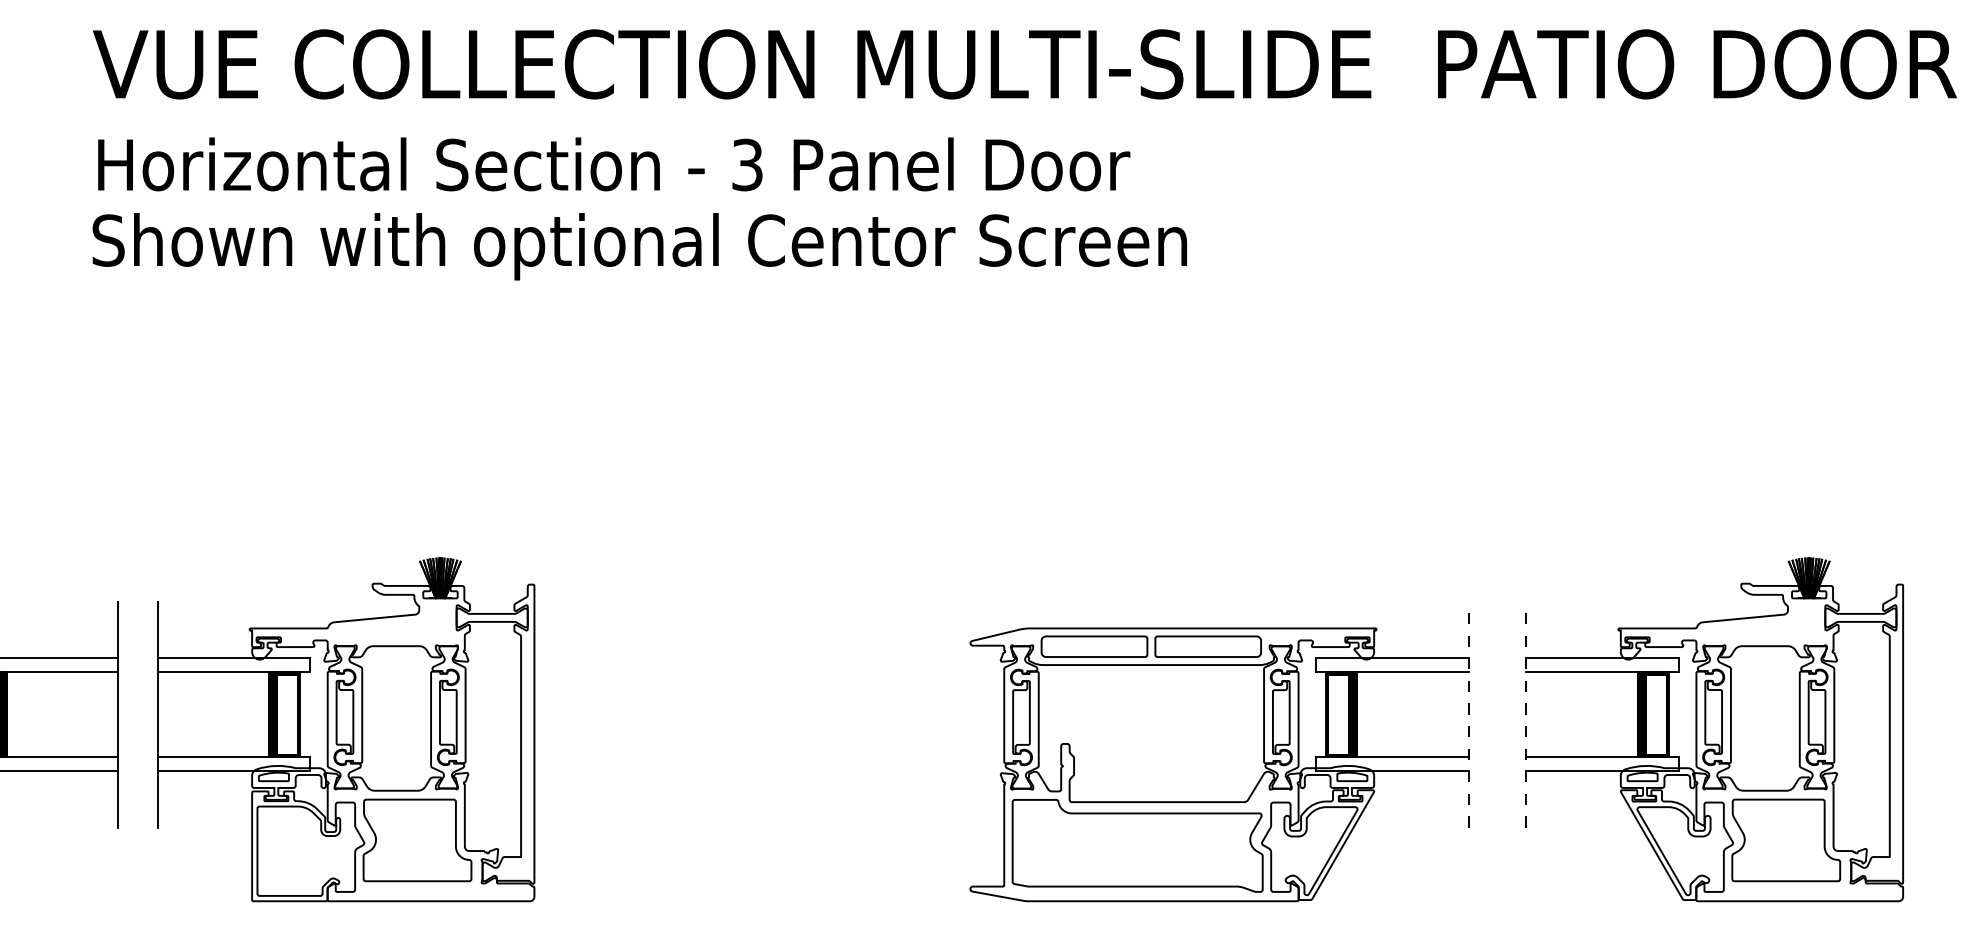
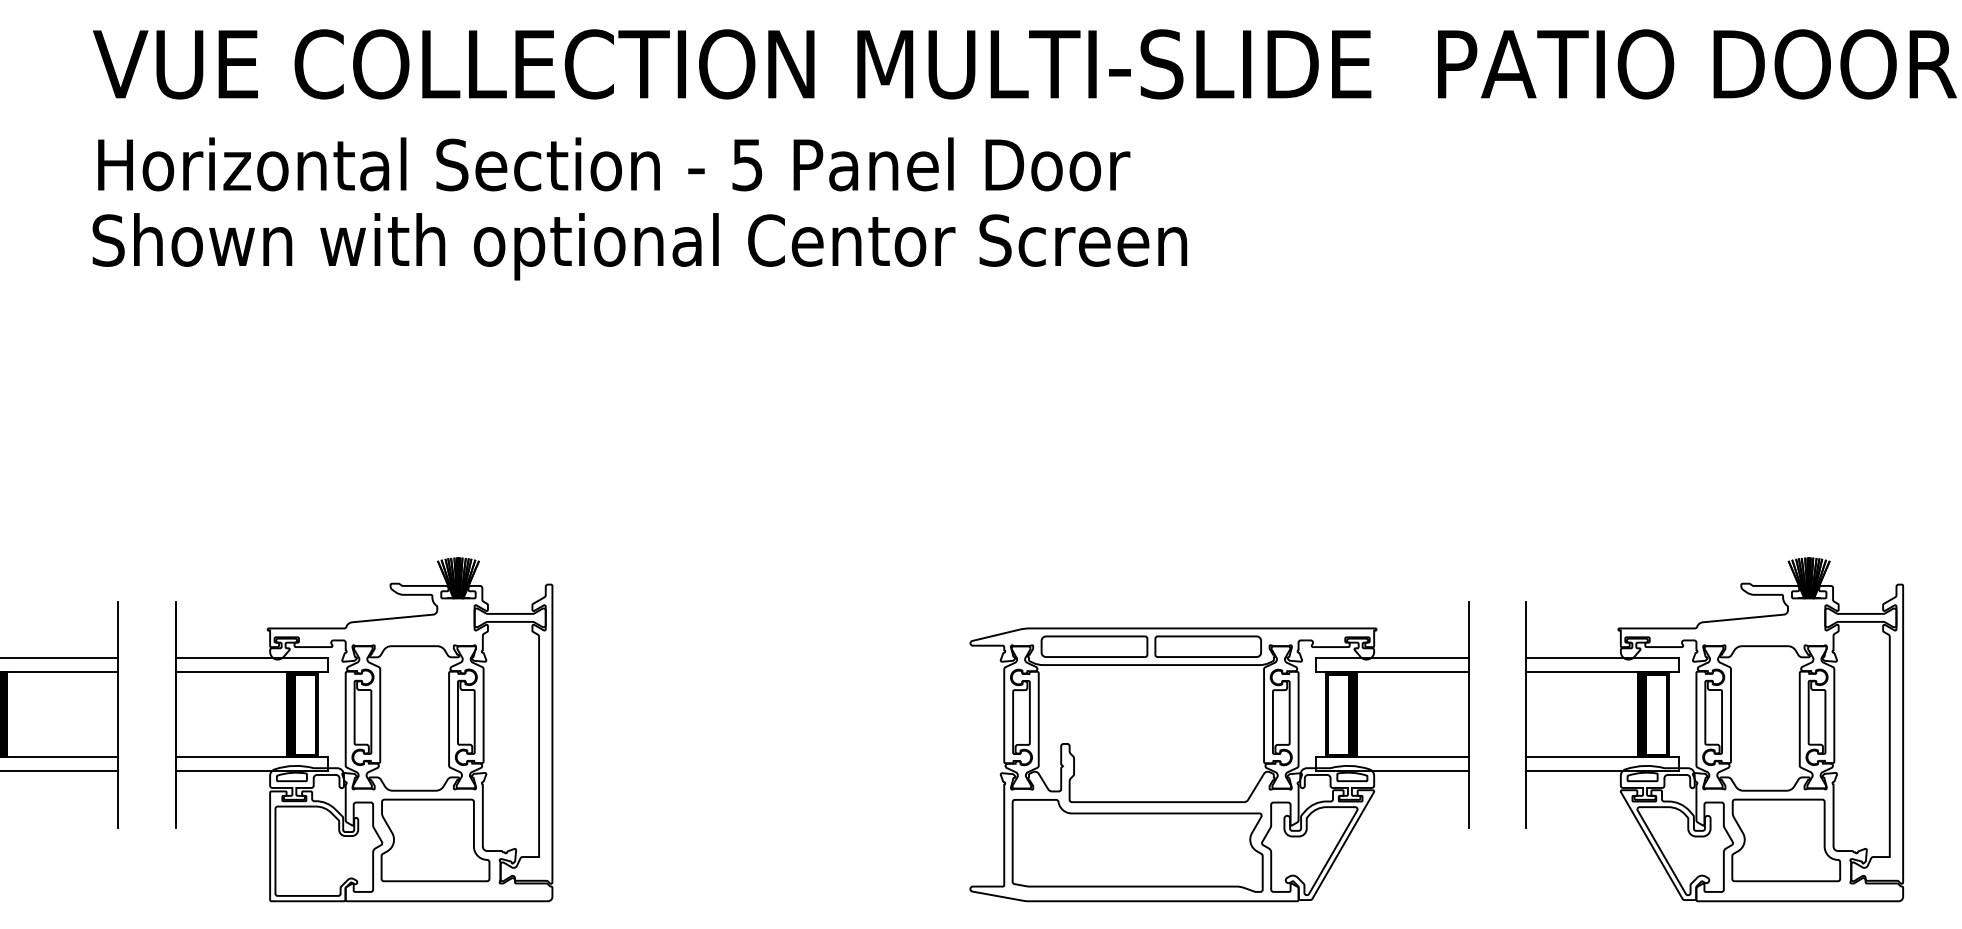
text at (747, 164): 3 -> 5
line at (1468, 714): dashed -> solid
line at (1526, 714): dashed -> solid
part at (346, 729) position: (346, 729) -> (364, 729)
